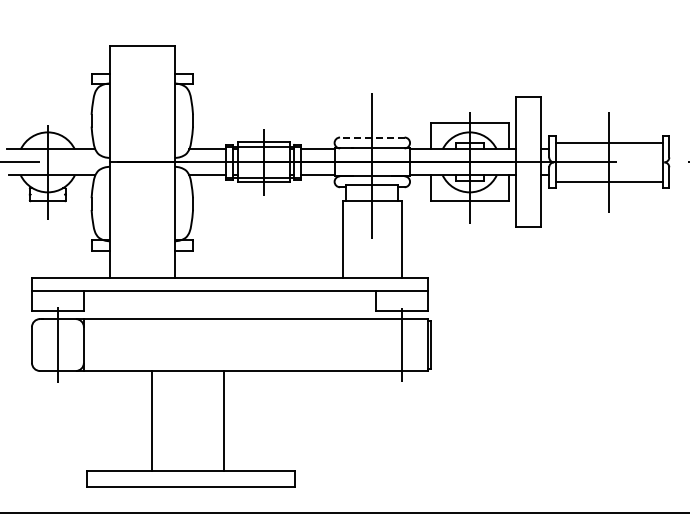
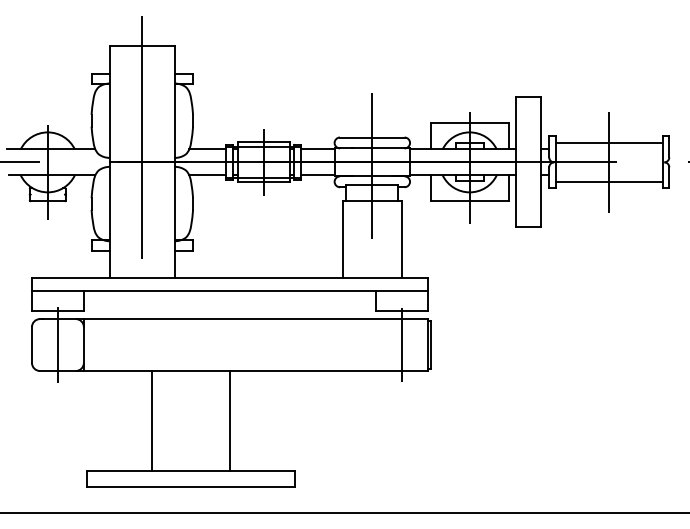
line at (142, 137): none -> present
line at (371, 137): dashed -> solid
line at (223, 420) position: (223, 420) -> (229, 420)
